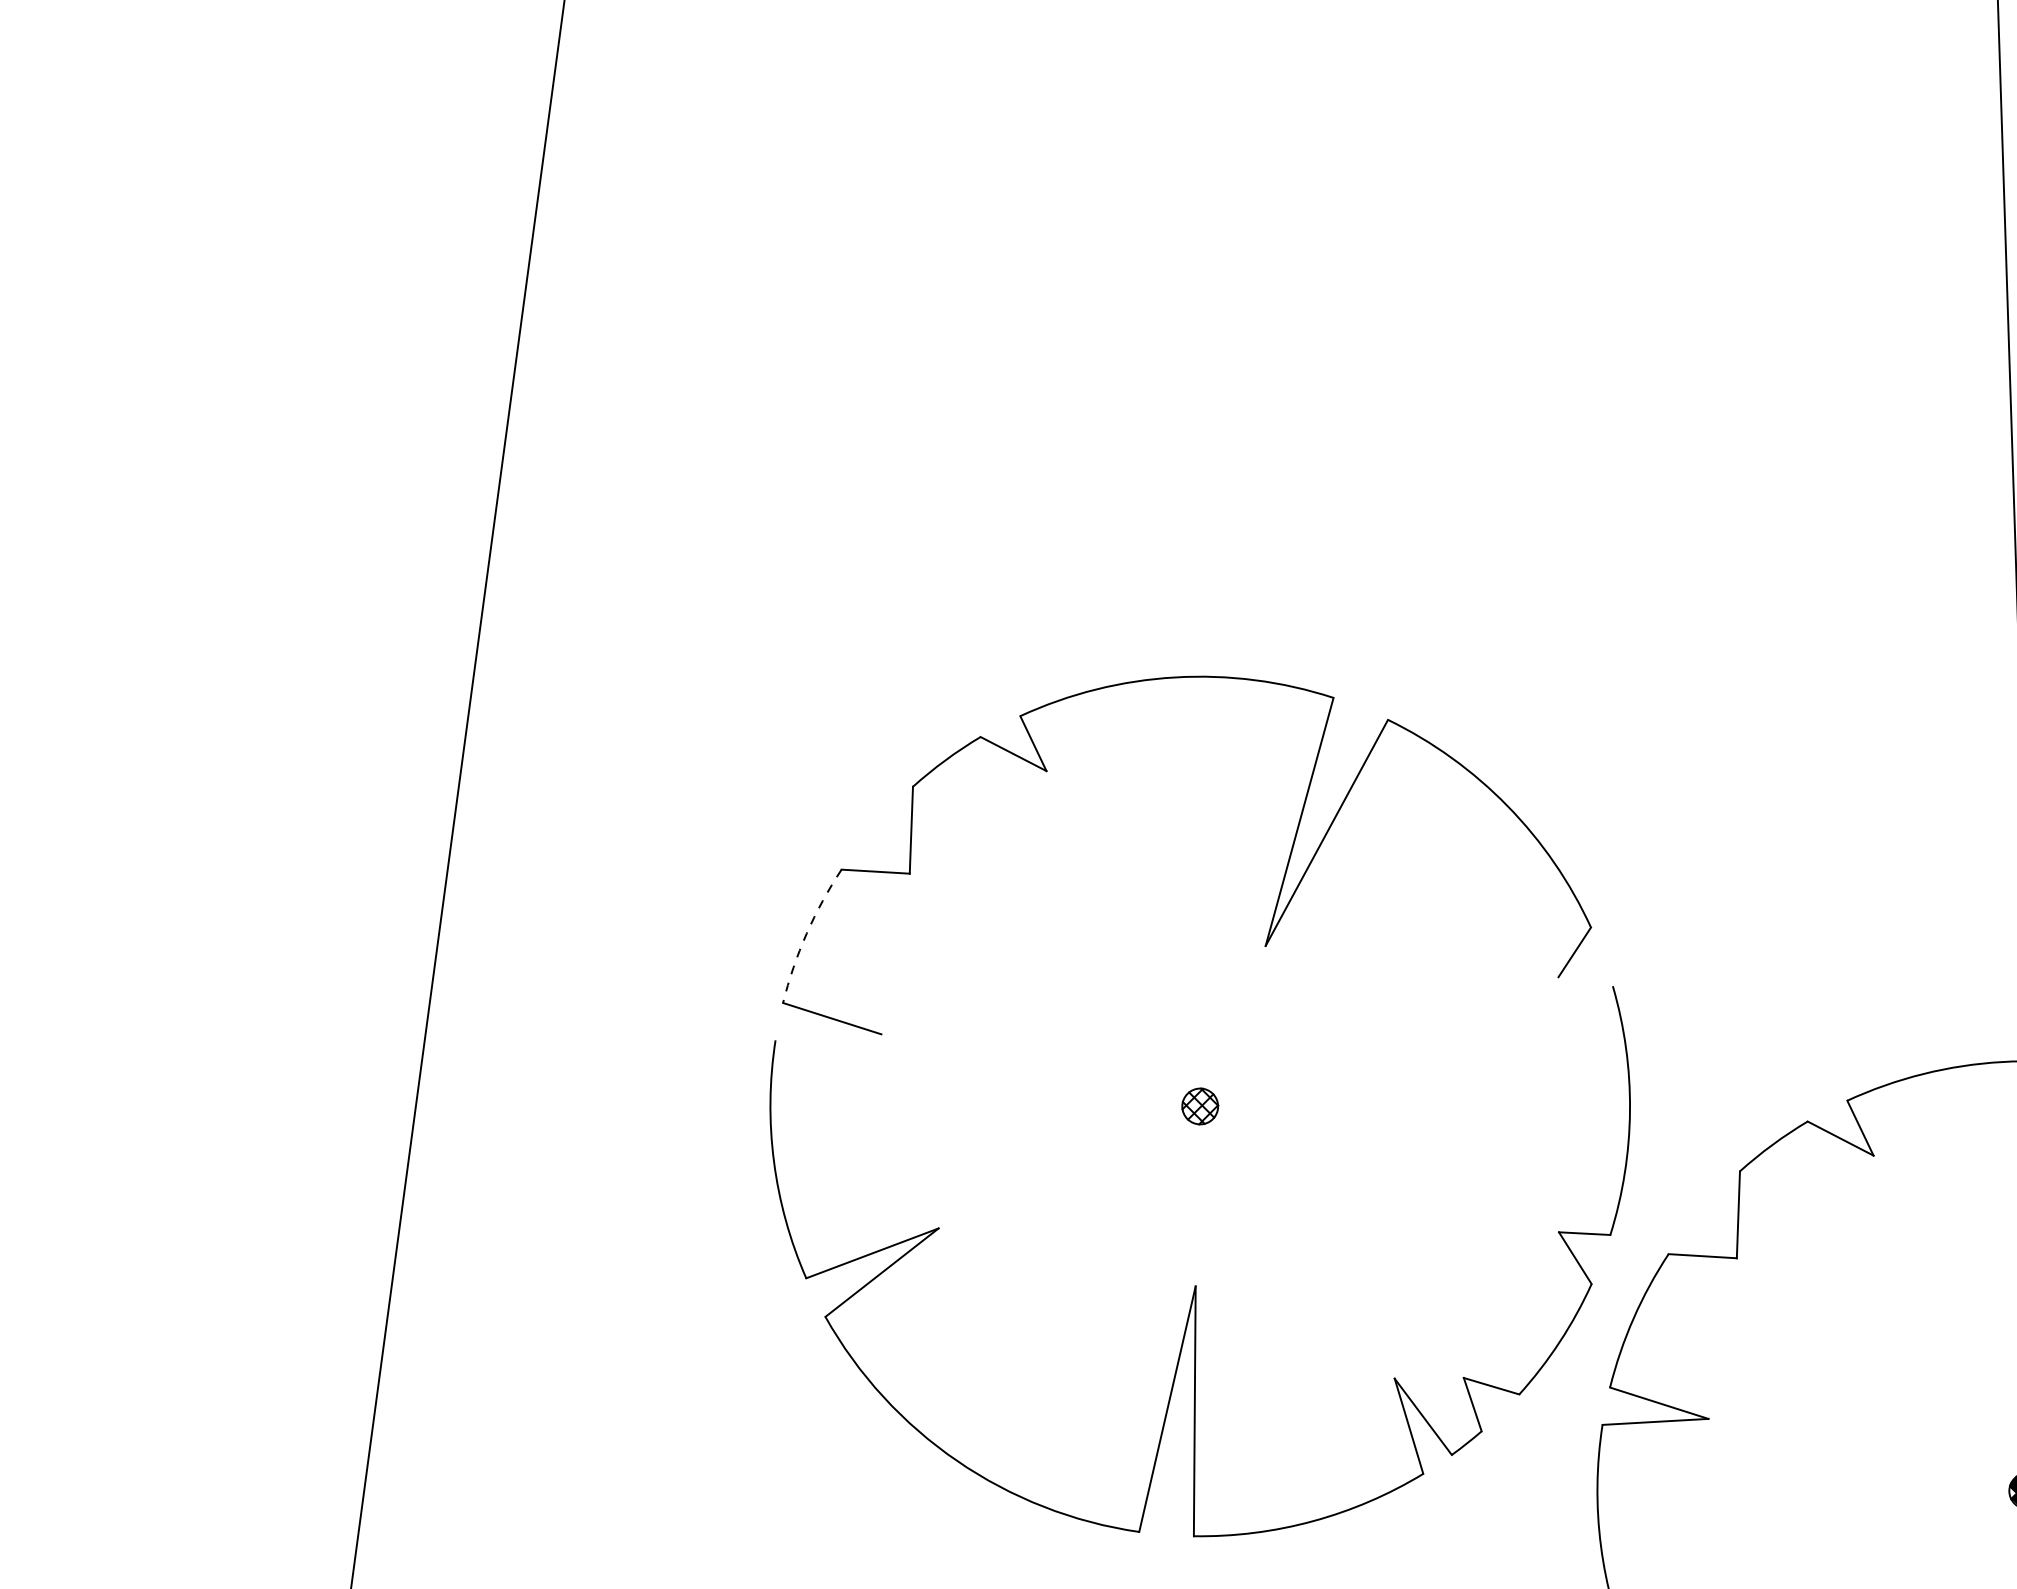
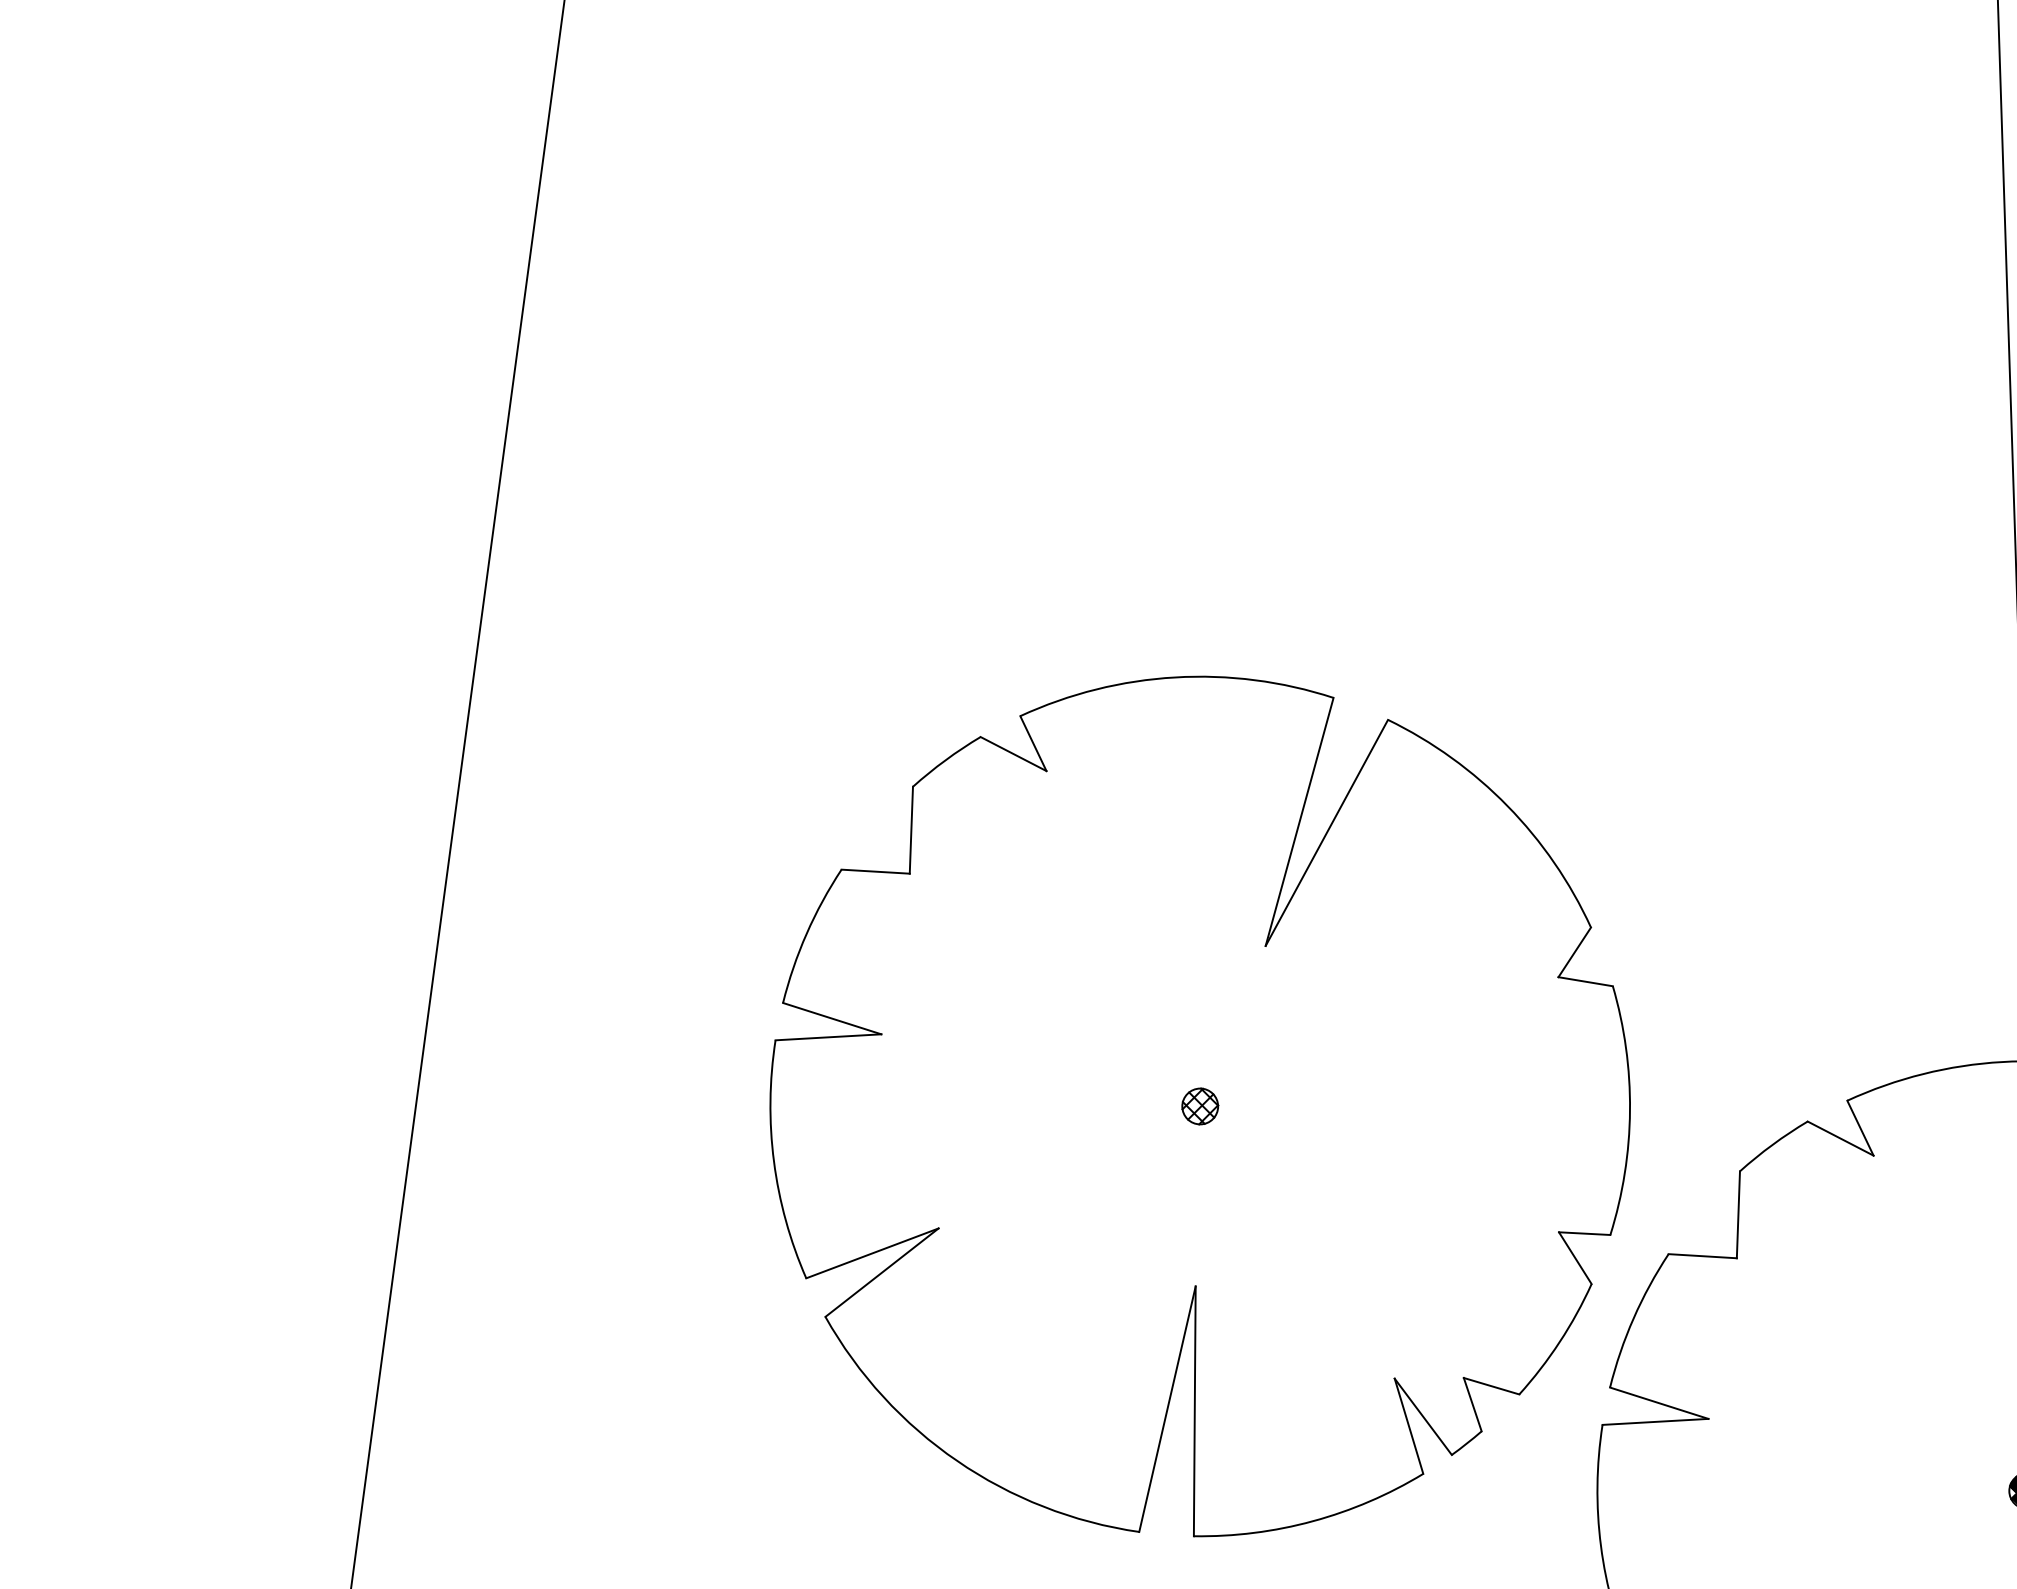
arc at (806, 933): dashed -> solid
line at (1585, 981): none -> present
line at (828, 1037): none -> present
